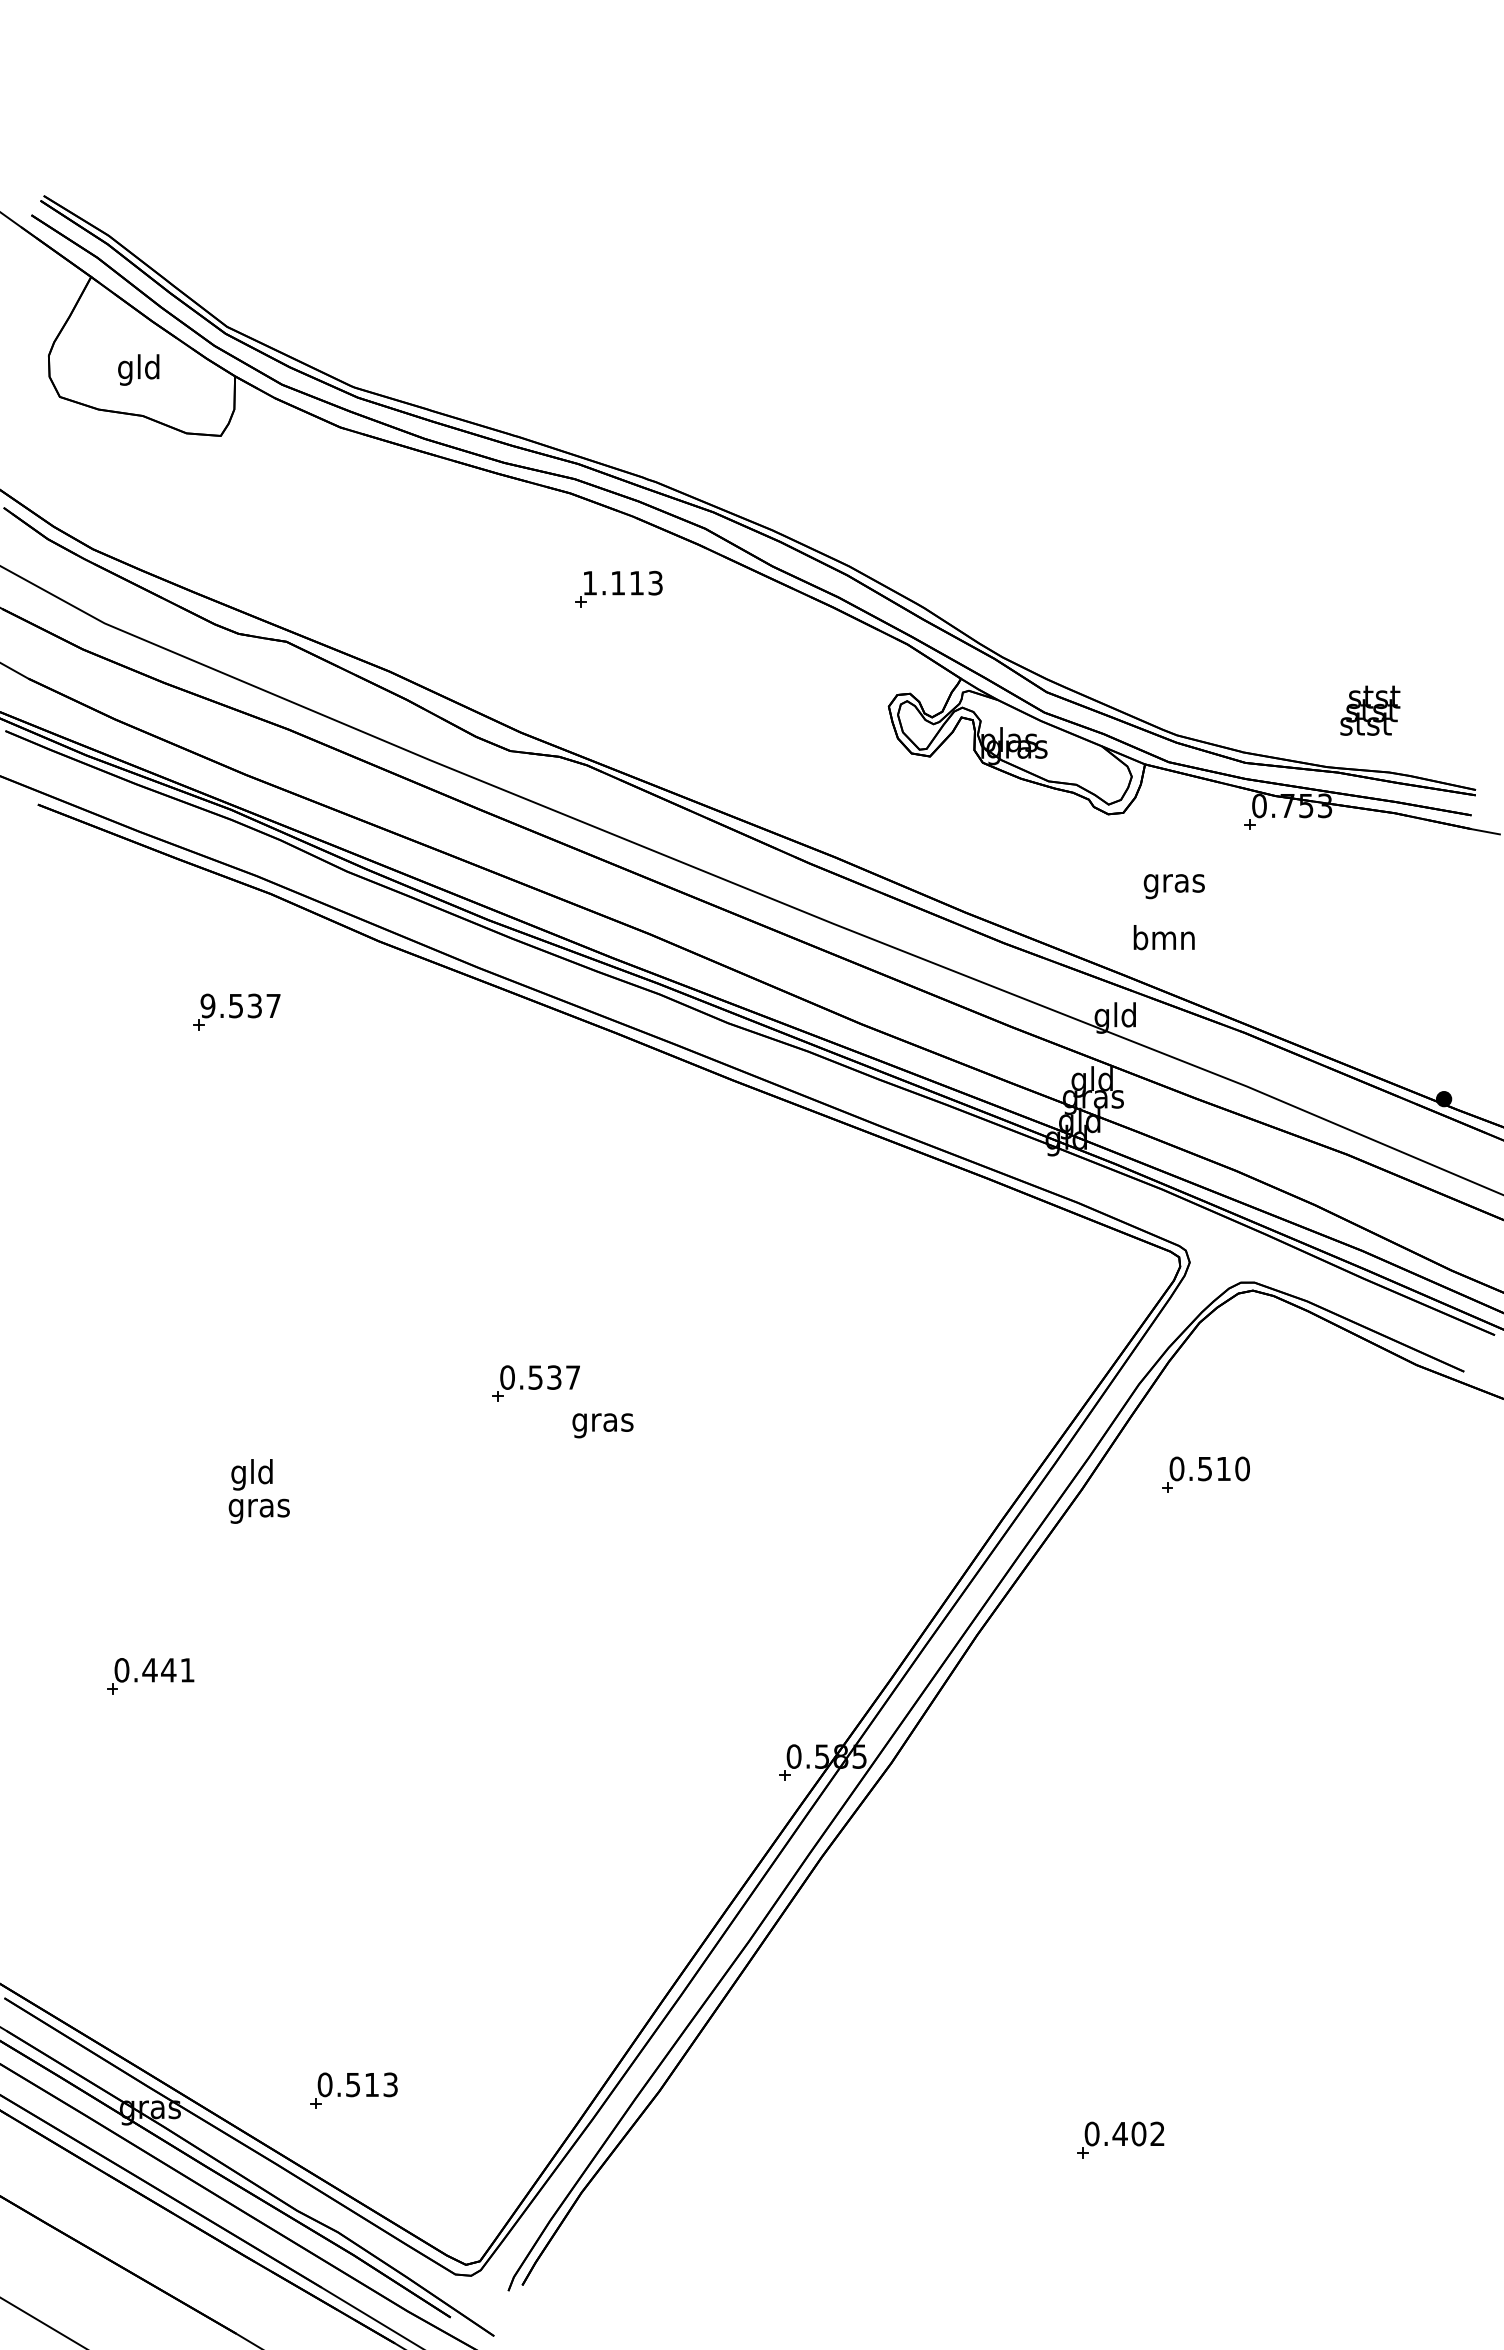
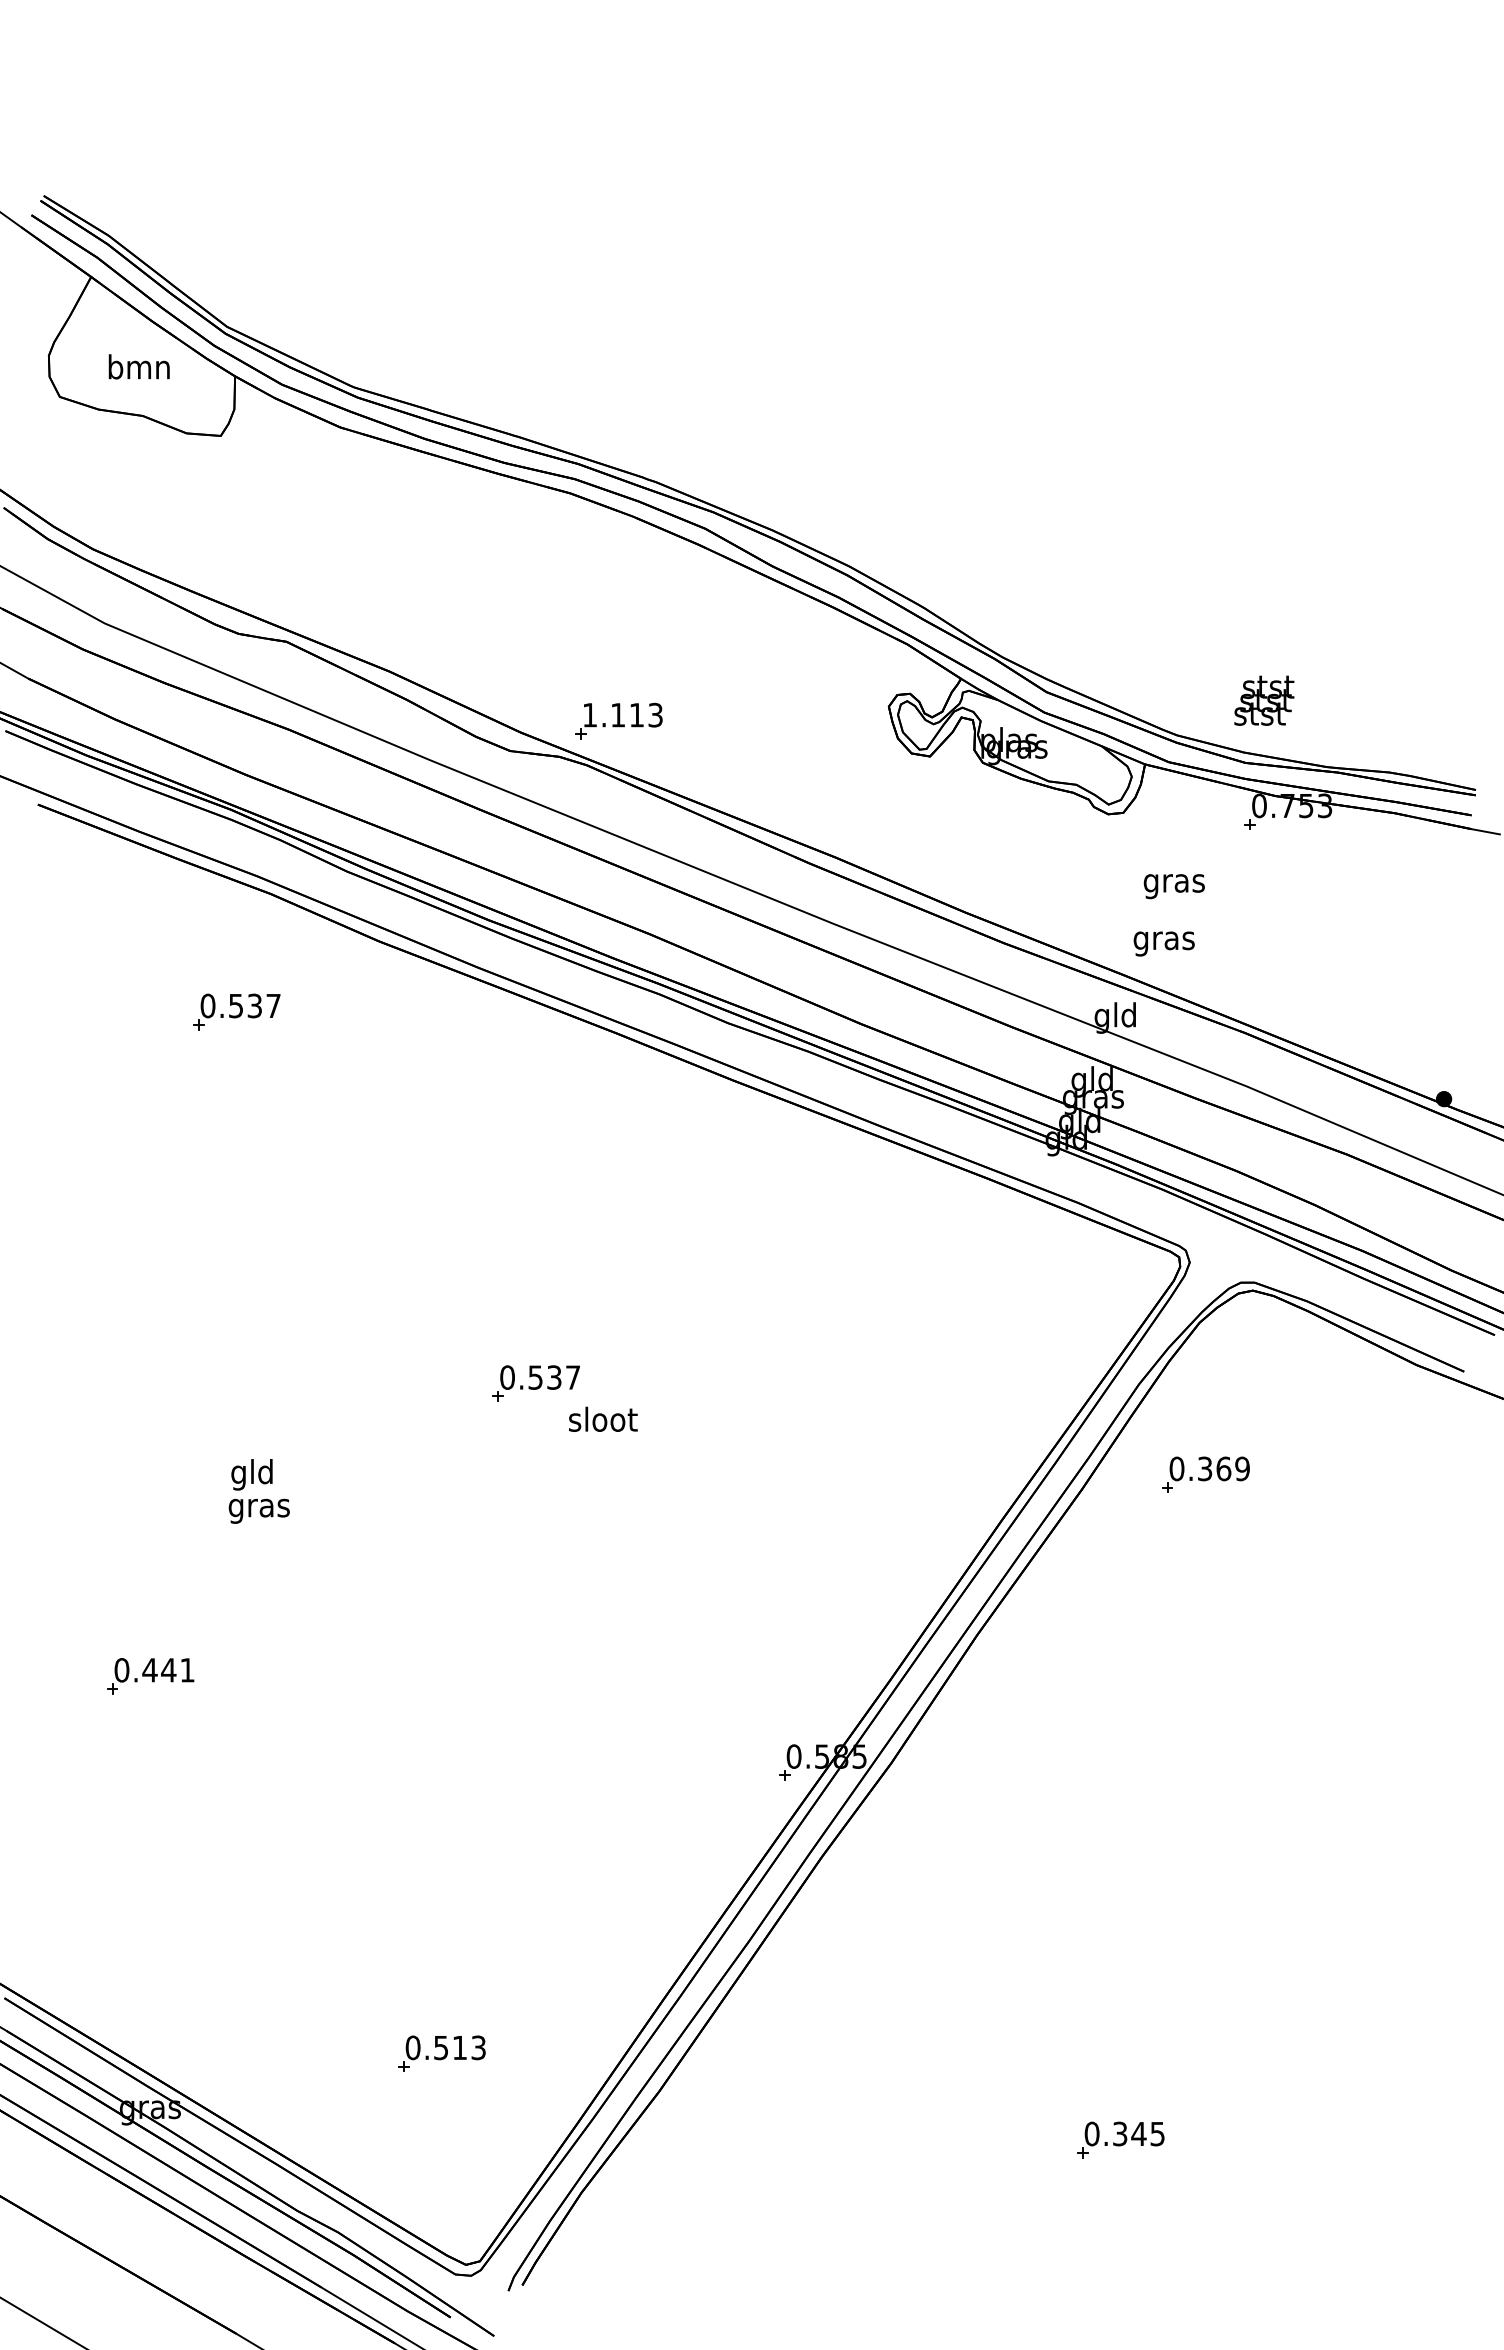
text at (138, 369): gld -> bmn
part at (618, 588) position: (618, 588) -> (618, 720)
text at (1370, 710) position: (1370, 710) -> (1264, 700)
text at (1163, 940): bmn -> gras
text at (207, 1005): 9.537 -> 0.537
text at (603, 1422): gras -> sloot
text at (1223, 1468): 0.510 -> 0.369
part at (353, 2090) position: (353, 2090) -> (441, 2053)
text at (1138, 2133): 0.402 -> 0.345
